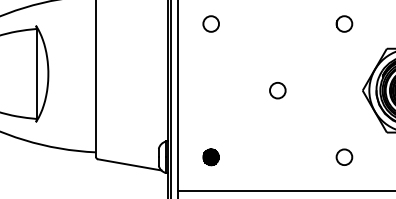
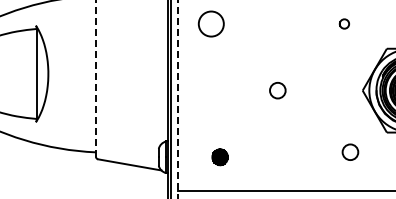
circle at (210, 23) size: 18x18 px -> 28x28 px
part at (344, 23) size: 19x18 px -> 12x12 px
line at (95, 77): solid -> dashed
line at (177, 99): solid -> dashed
circle at (344, 156) position: (344, 156) -> (350, 151)
part at (210, 157) position: (210, 157) -> (219, 157)
